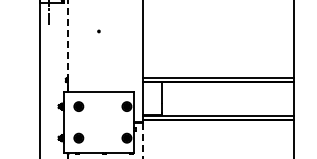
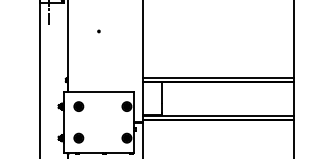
line at (68, 45): dashed -> solid
line at (143, 141): dashed -> solid
